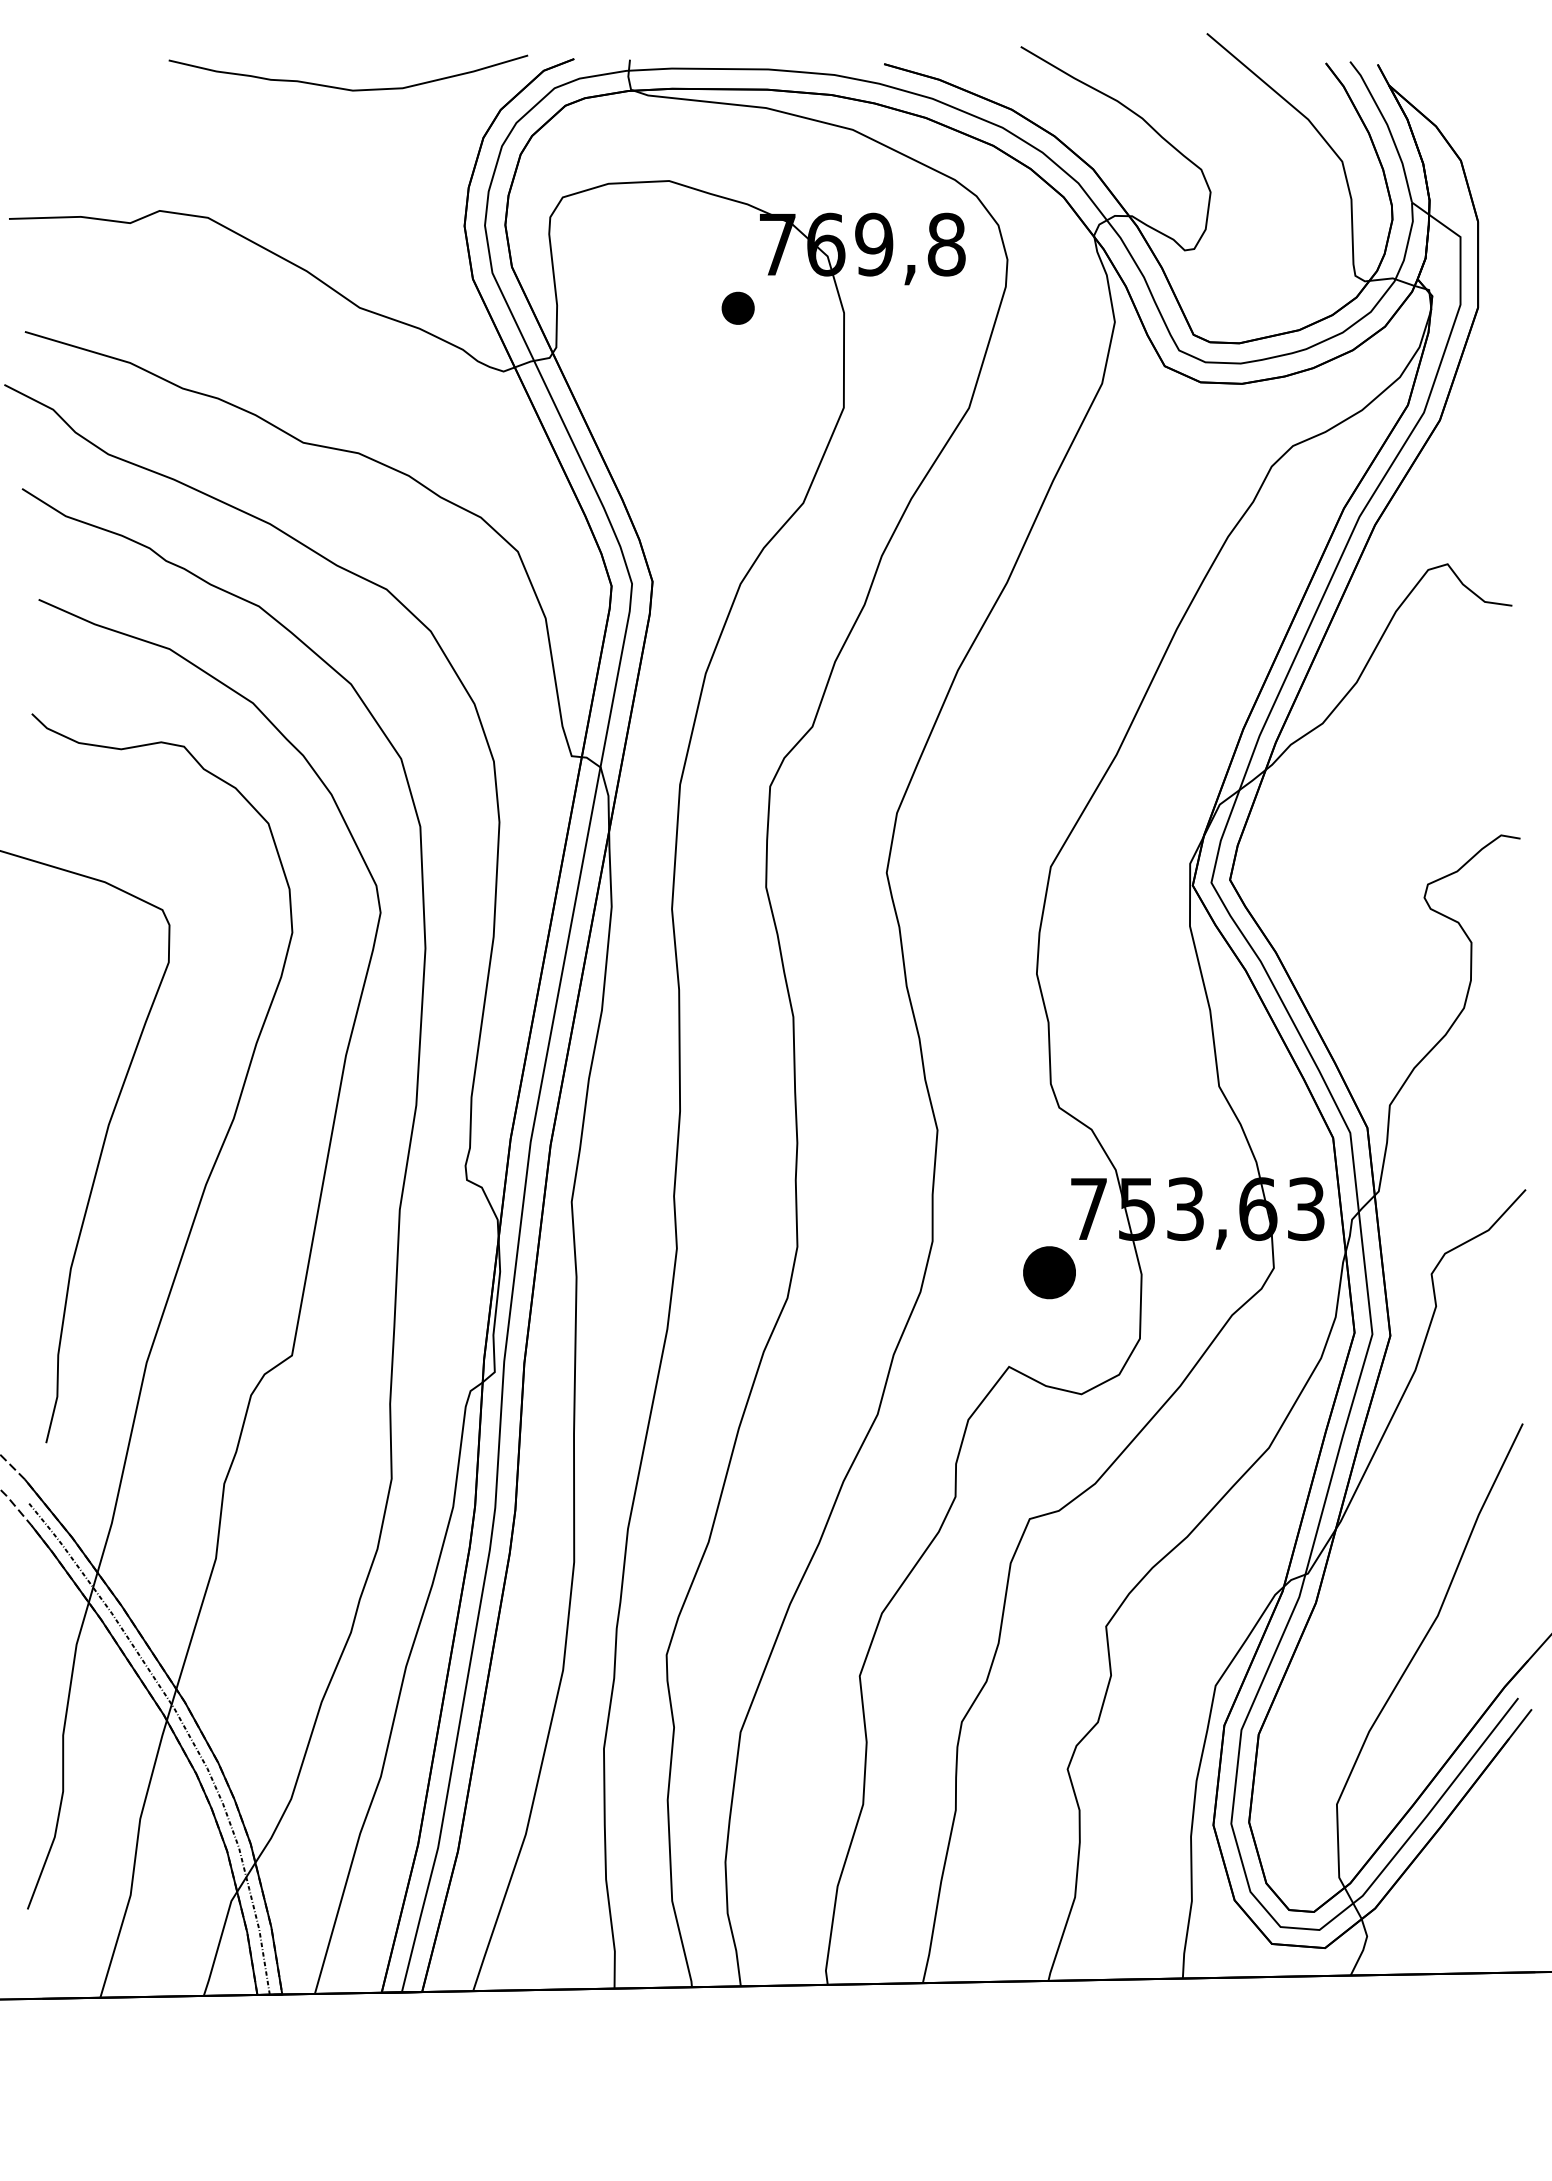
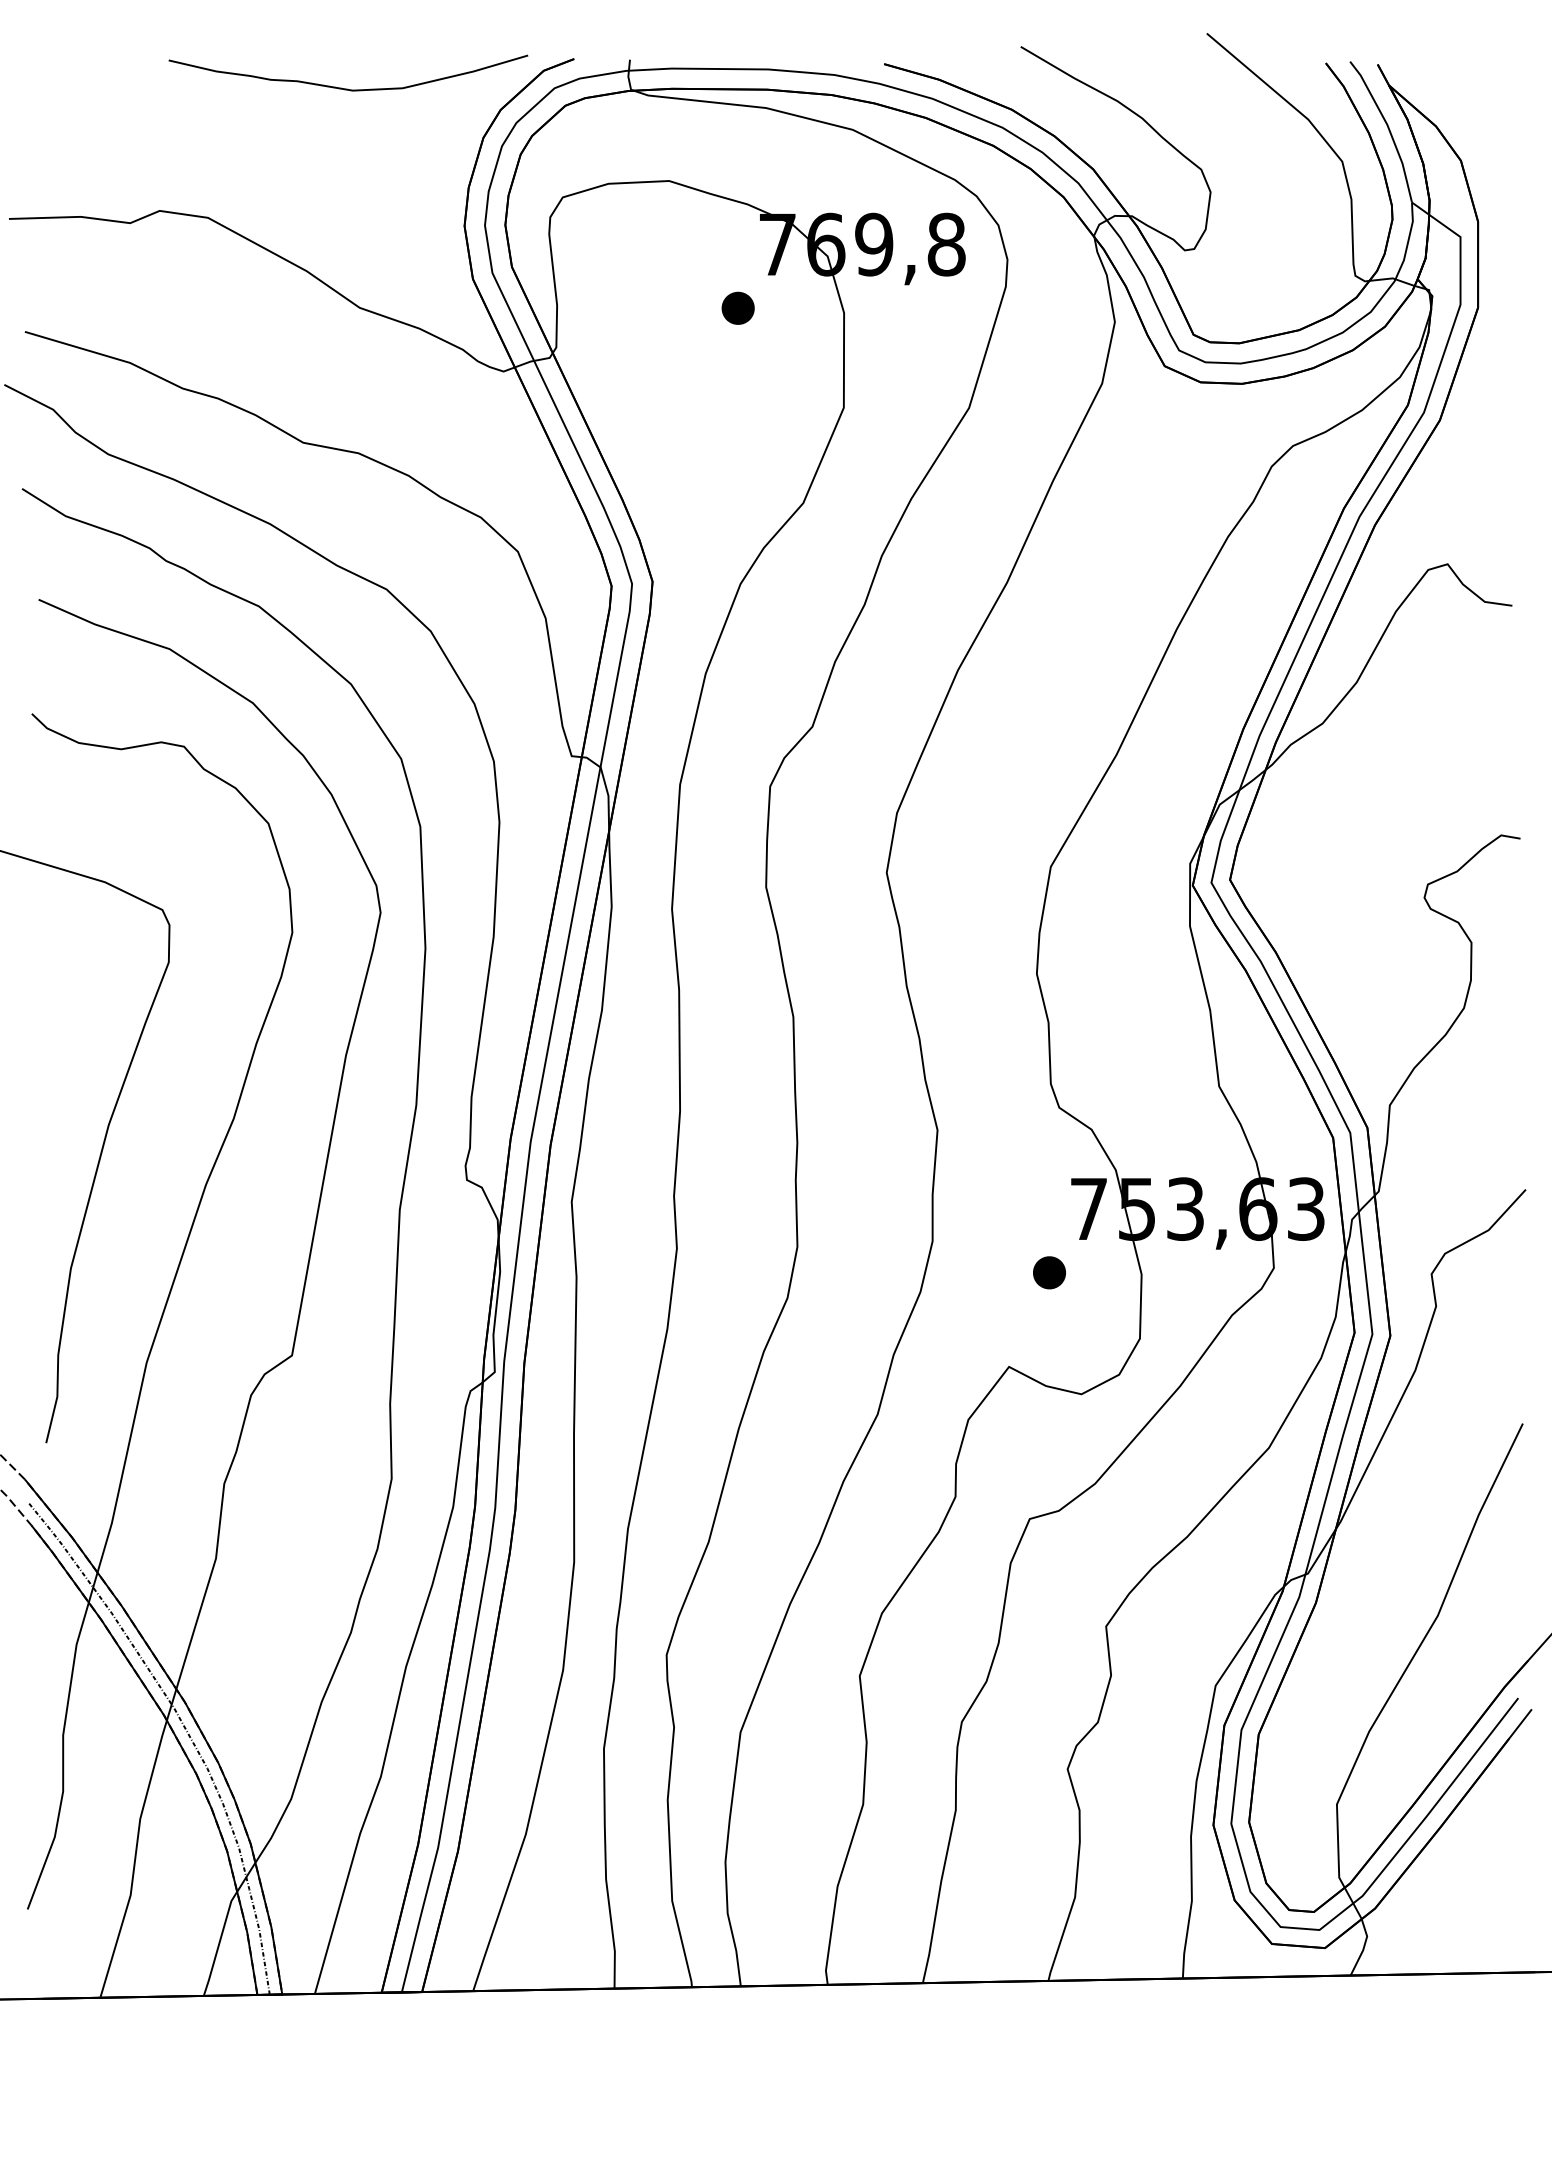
part at (1049, 1272) size: 53x54 px -> 33x34 px
